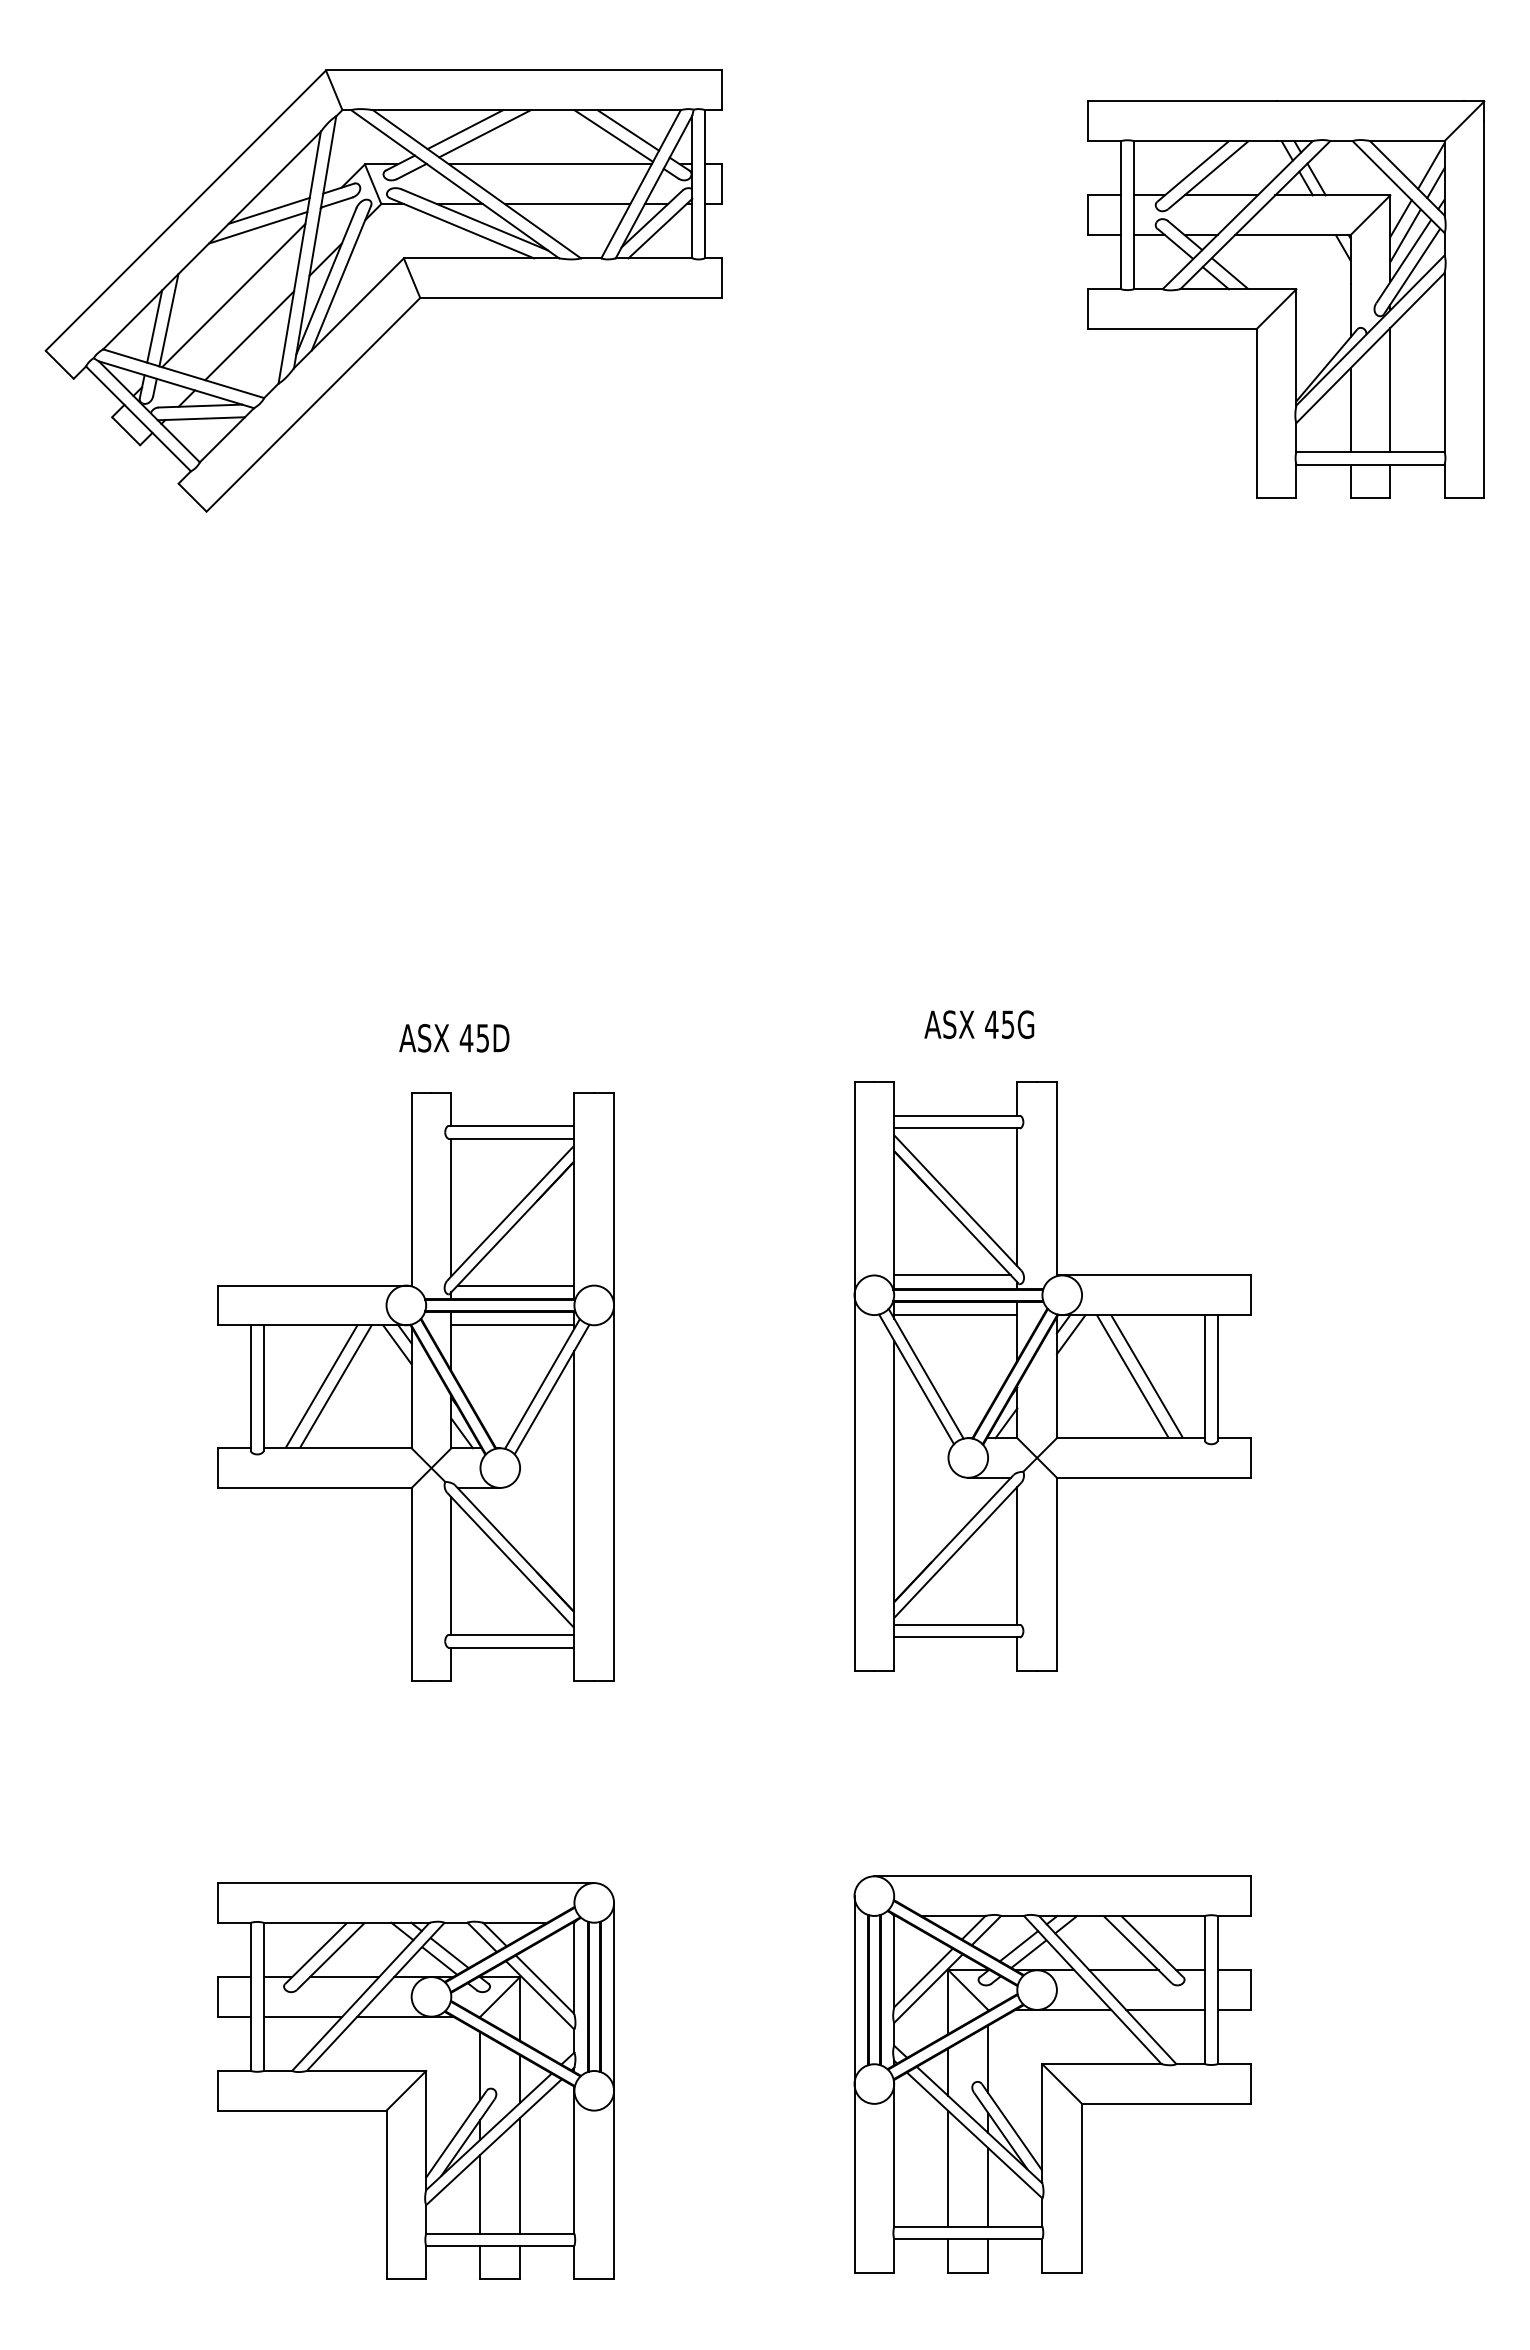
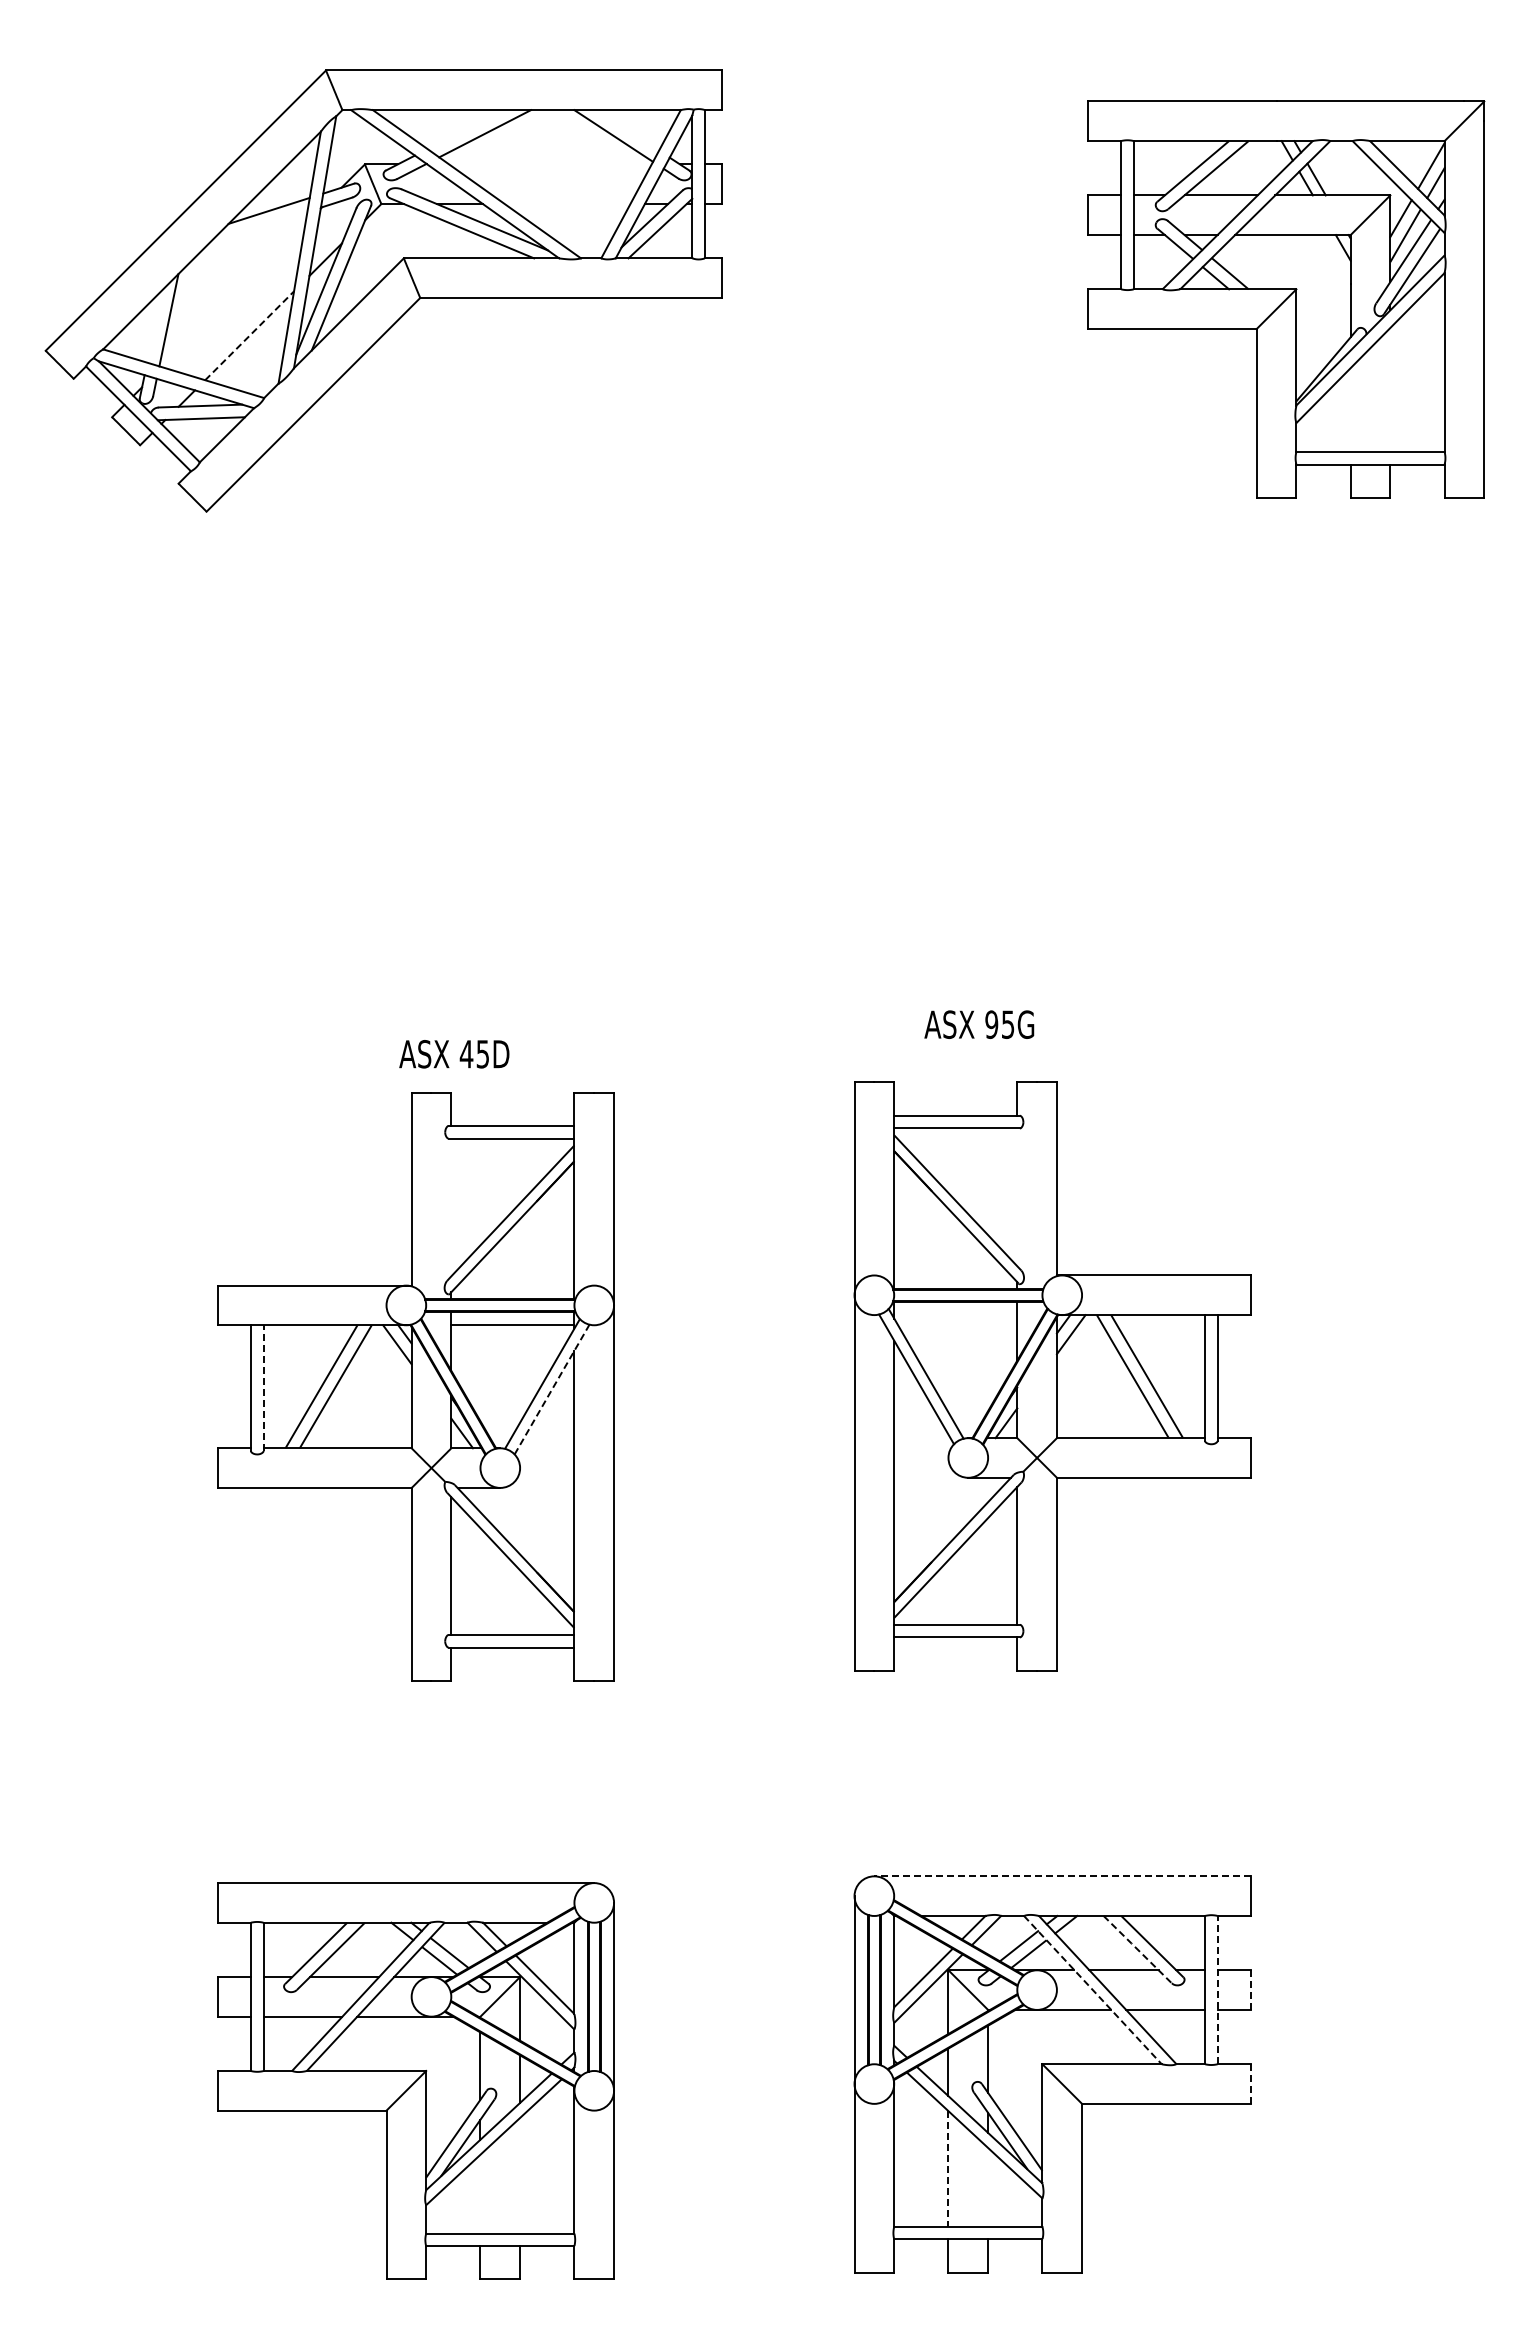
line at (465, 129): present -> none
line at (628, 130): present -> none
line at (550, 164): present -> none
line at (567, 204): present -> none
line at (258, 227): present -> none
line at (233, 295): present -> none
line at (154, 326): present -> none
line at (249, 335): solid -> dashed
line at (1390, 389): present -> none
line at (1350, 409): present -> none
text at (991, 1024): 45G -> 95G
text at (454, 1038) position: (454, 1038) -> (454, 1054)
line at (1017, 1197): present -> none
line at (451, 1207): present -> none
line at (952, 1275): present -> none
line at (515, 1285): present -> none
line at (955, 1315): present -> none
line at (263, 1388): solid -> dashed
line at (552, 1389): solid -> dashed
line at (1062, 1876): solid -> dashed
line at (1137, 1949): solid -> dashed
line at (1217, 1989): solid -> dashed
line at (1093, 1990): solid -> dashed
line at (1250, 1990): solid -> dashed
line at (1250, 2084): solid -> dashed
line at (948, 2168): solid -> dashed
line at (520, 2175): present -> none
line at (988, 2186): present -> none
line at (480, 2193): present -> none
